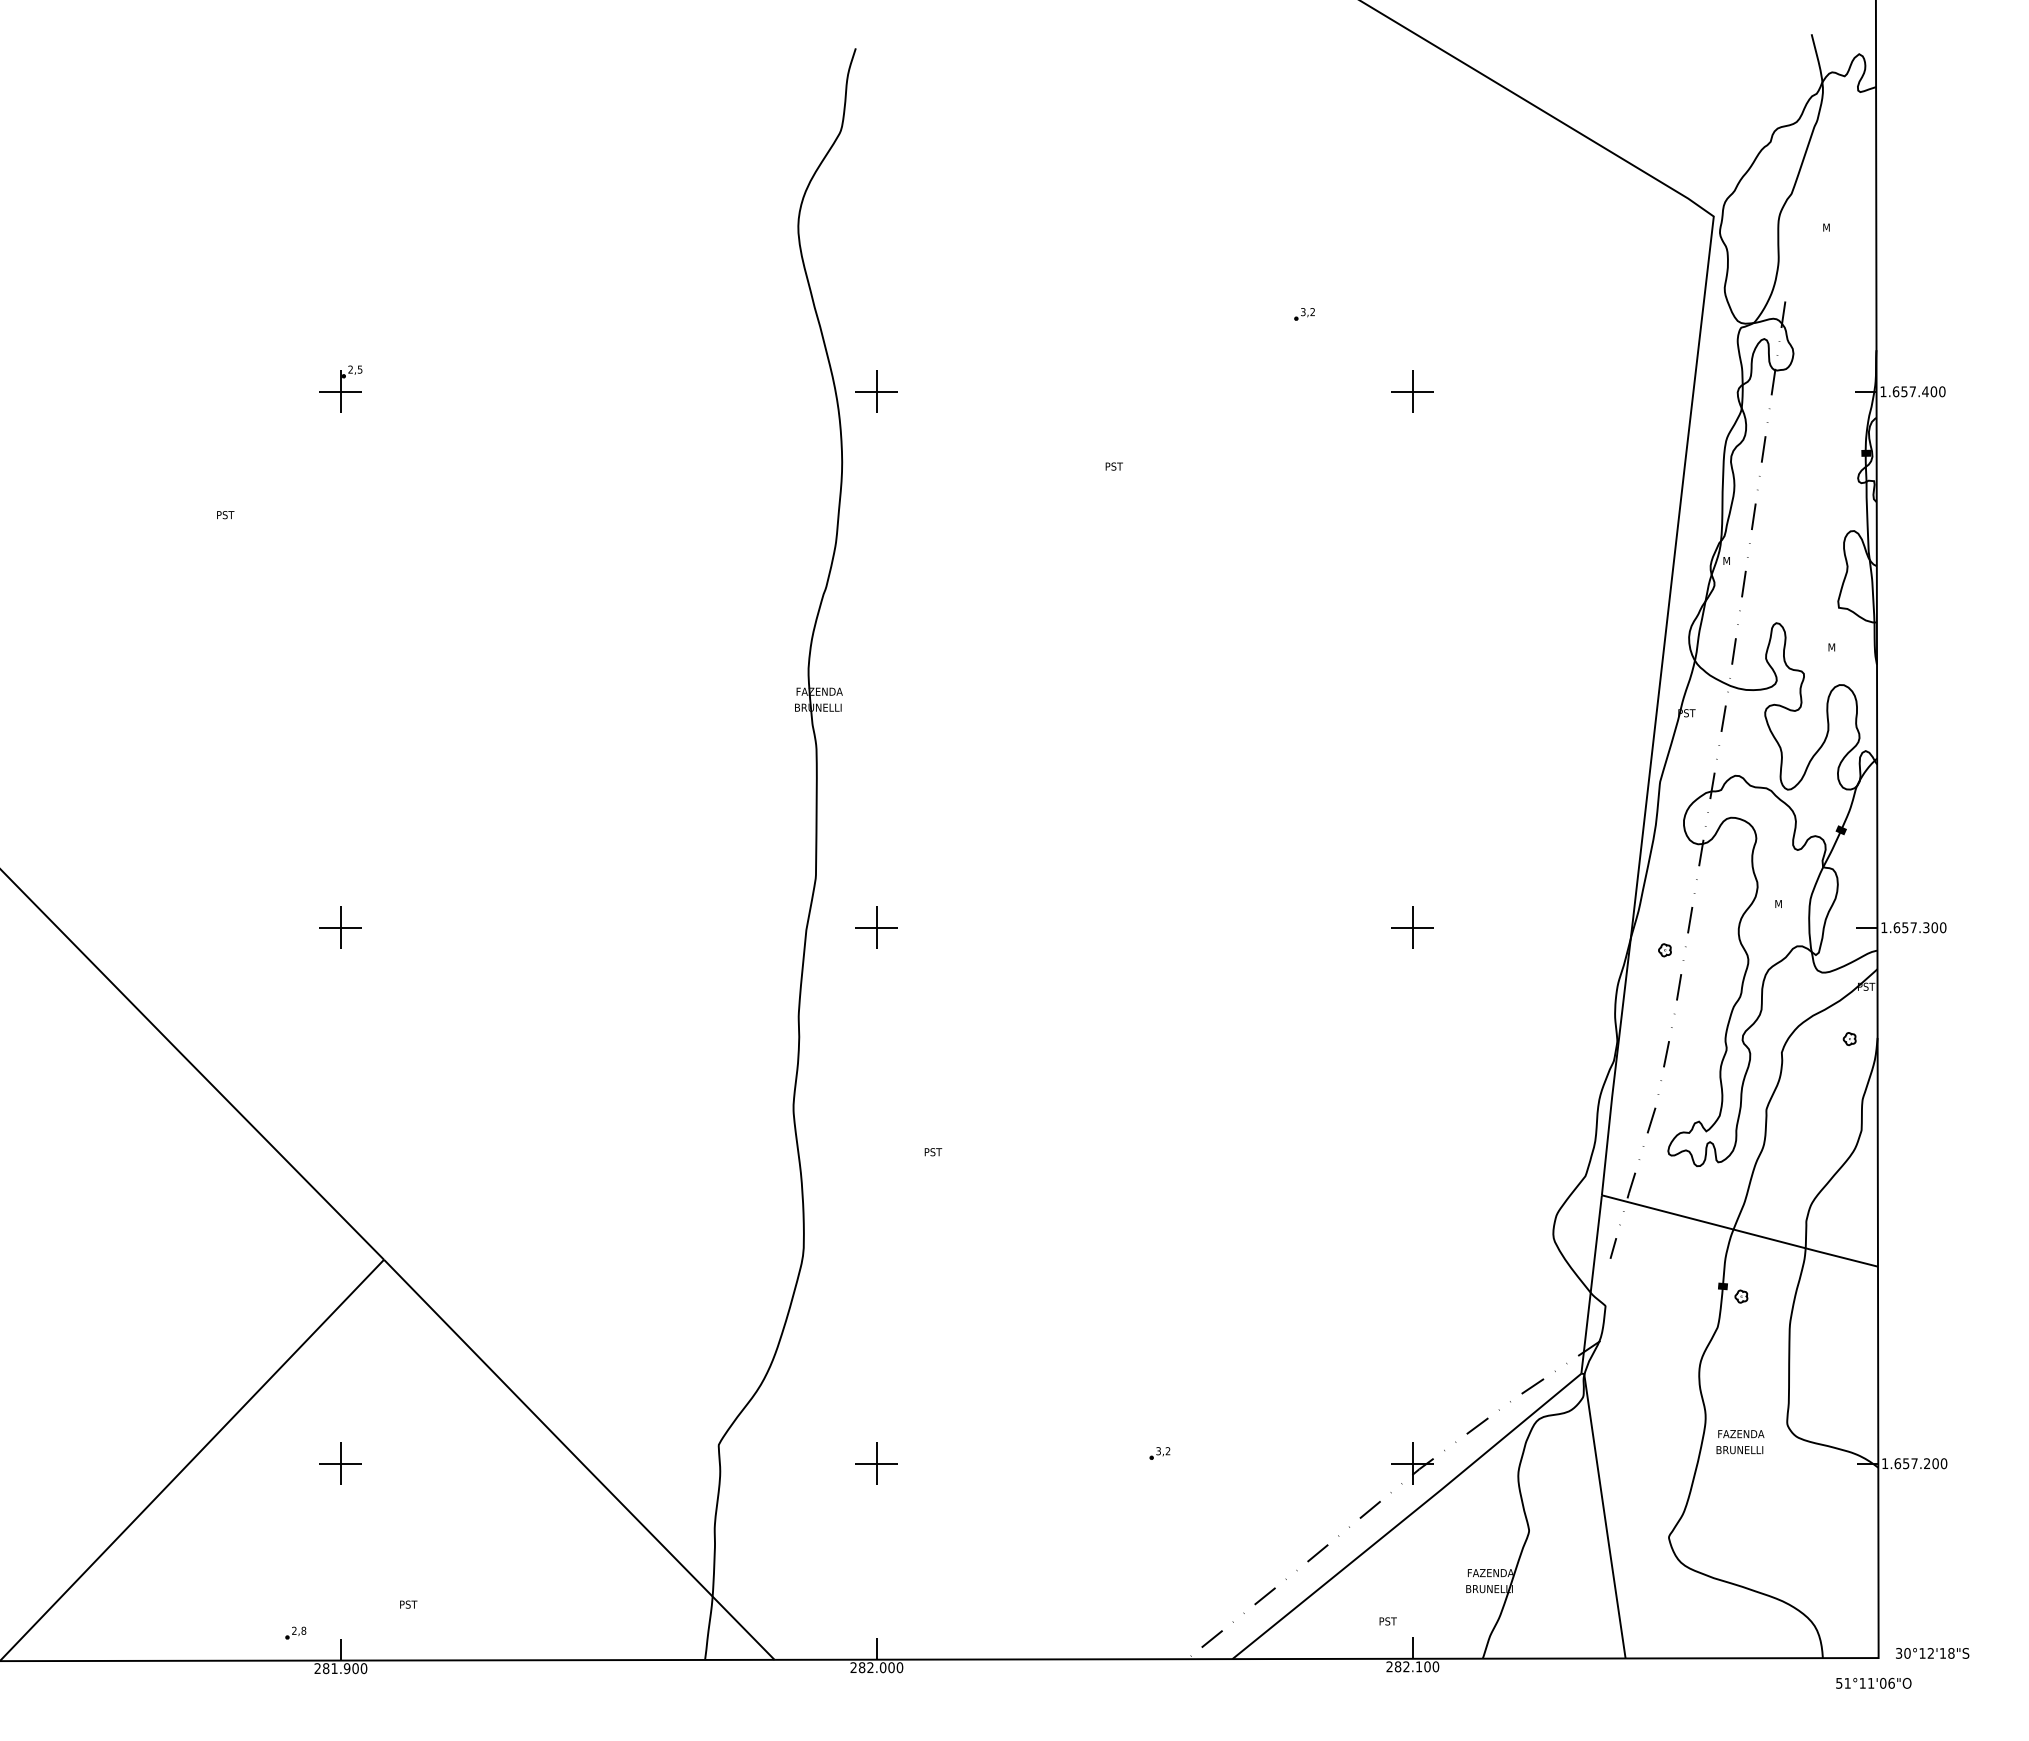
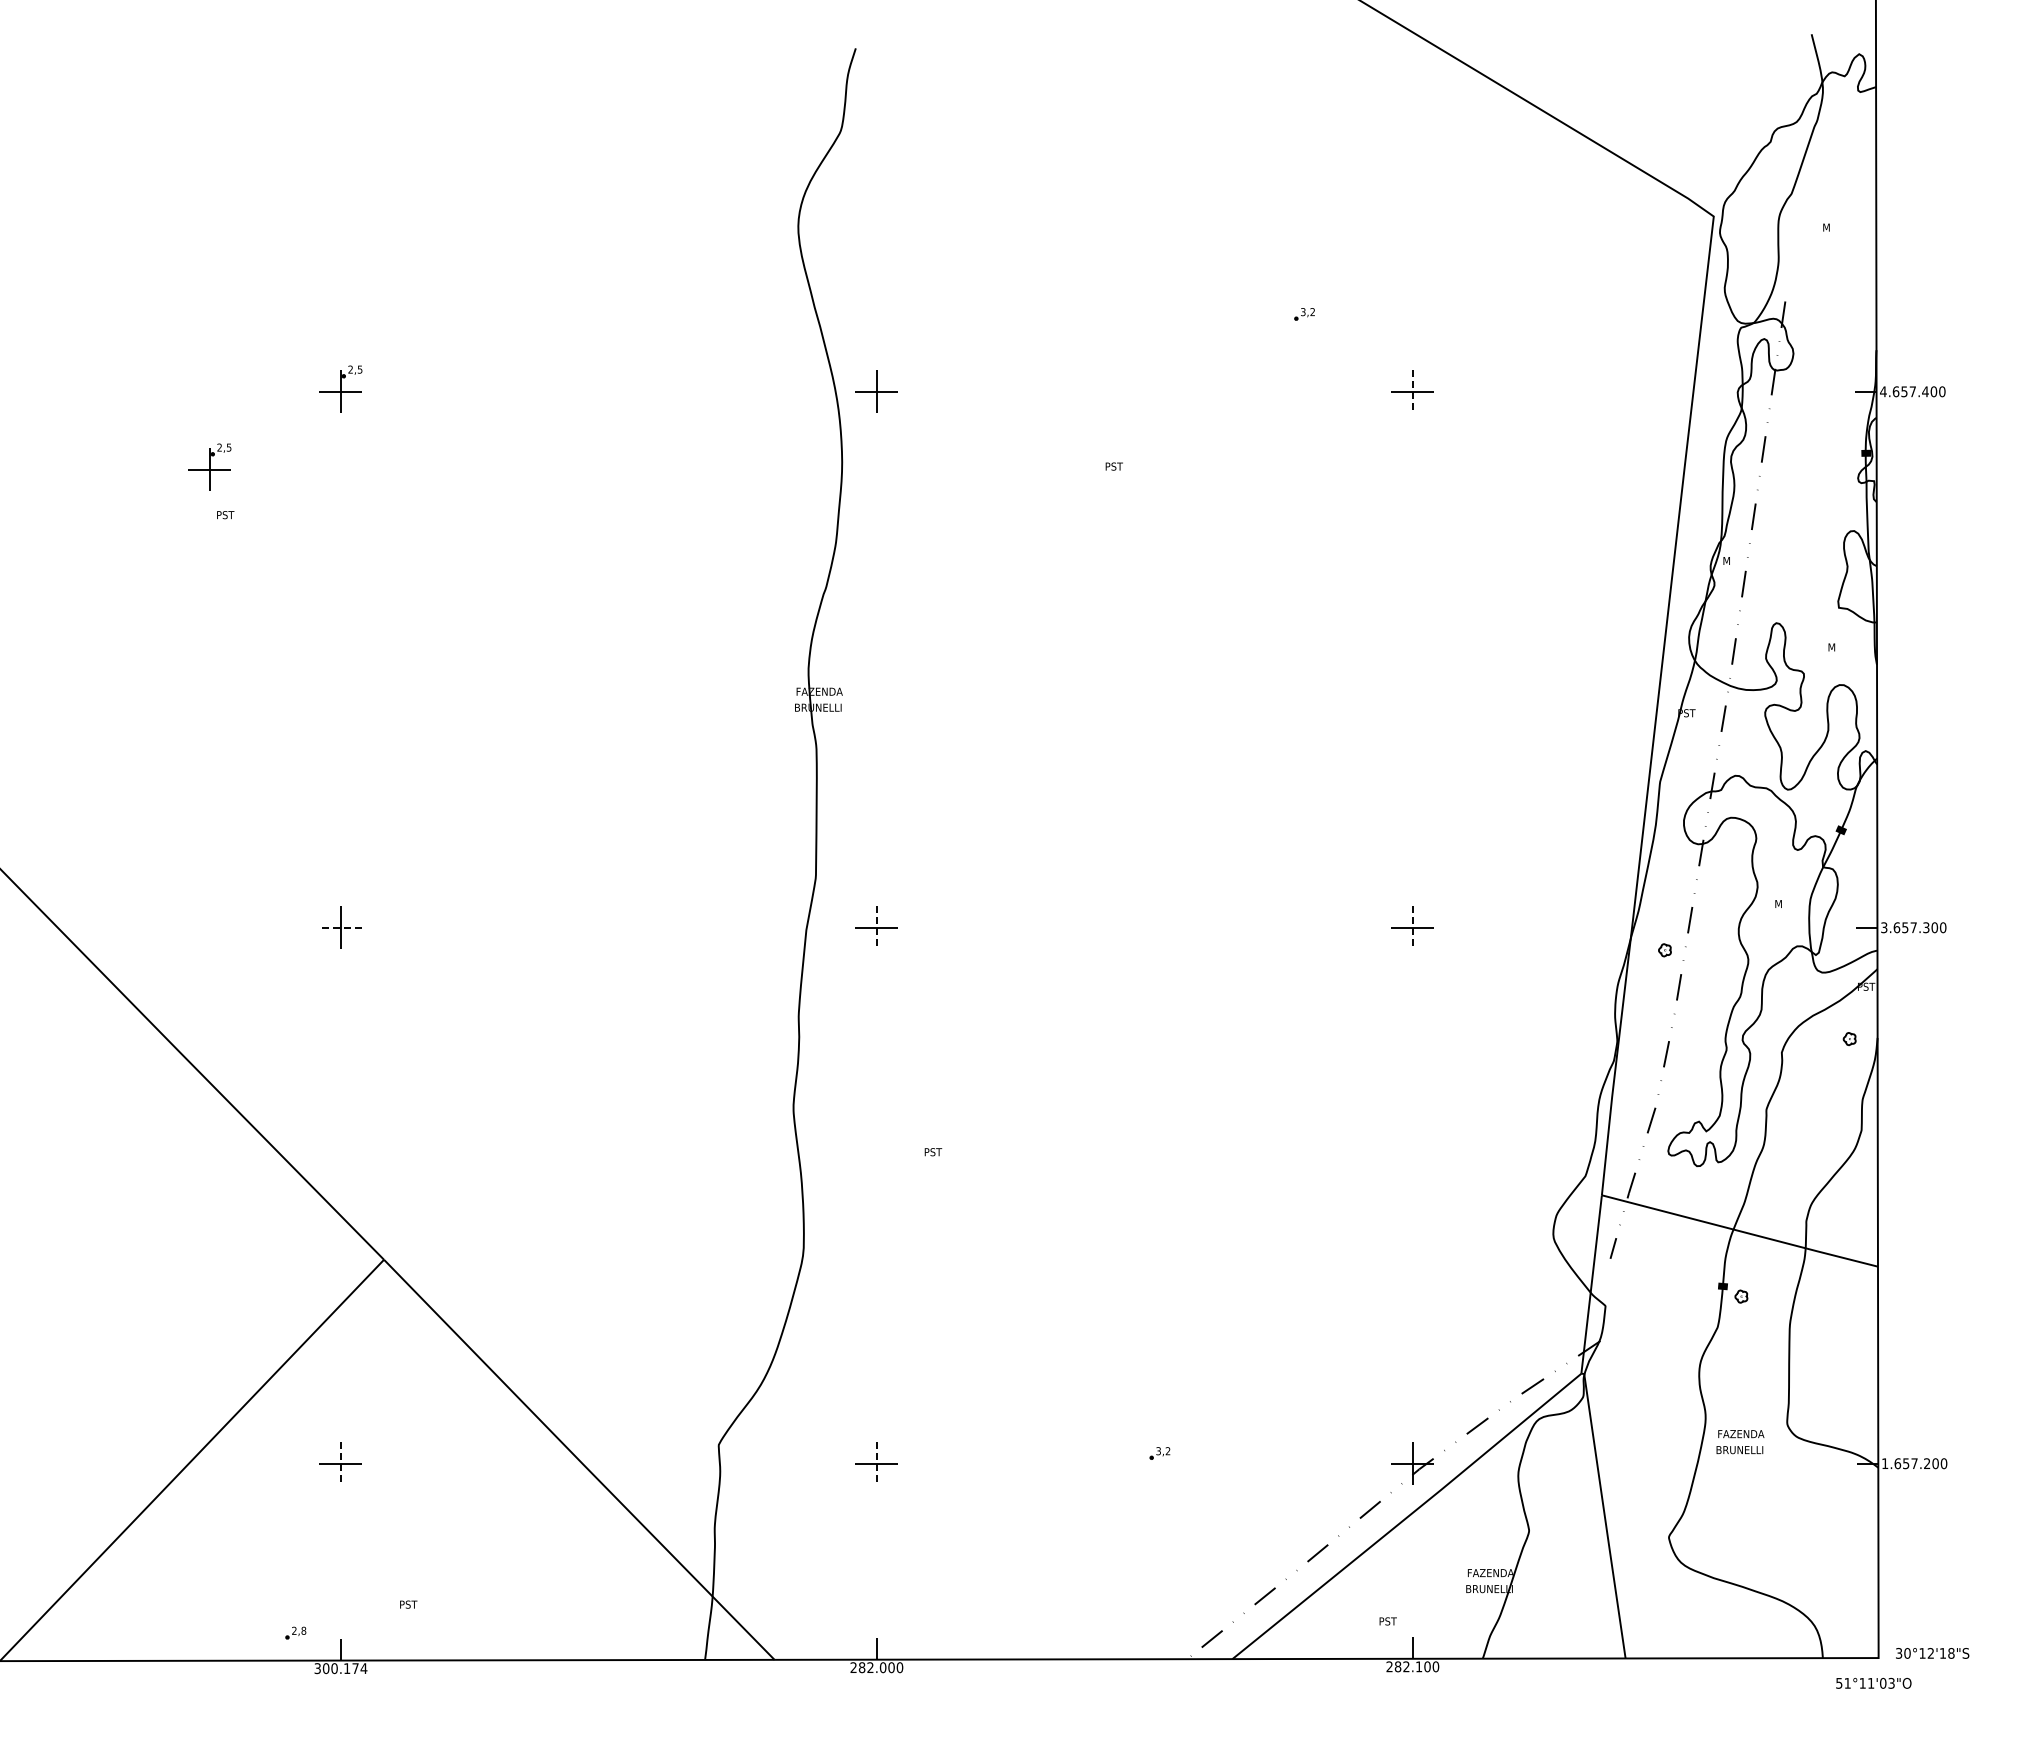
text at (1883, 391): 1.657.400 -> 4.657.400
line at (1412, 392): solid -> dashed
part at (209, 466): none -> present
line at (340, 927): solid -> dashed
text at (1884, 927): 1.657.300 -> 3.657.300
line at (876, 928): solid -> dashed
line at (1412, 928): solid -> dashed
line at (340, 1464): solid -> dashed
line at (876, 1464): solid -> dashed
text at (340, 1668): 281.900 -> 300.174
text at (1891, 1682): 51°11'06"O -> 51°11'03"O
